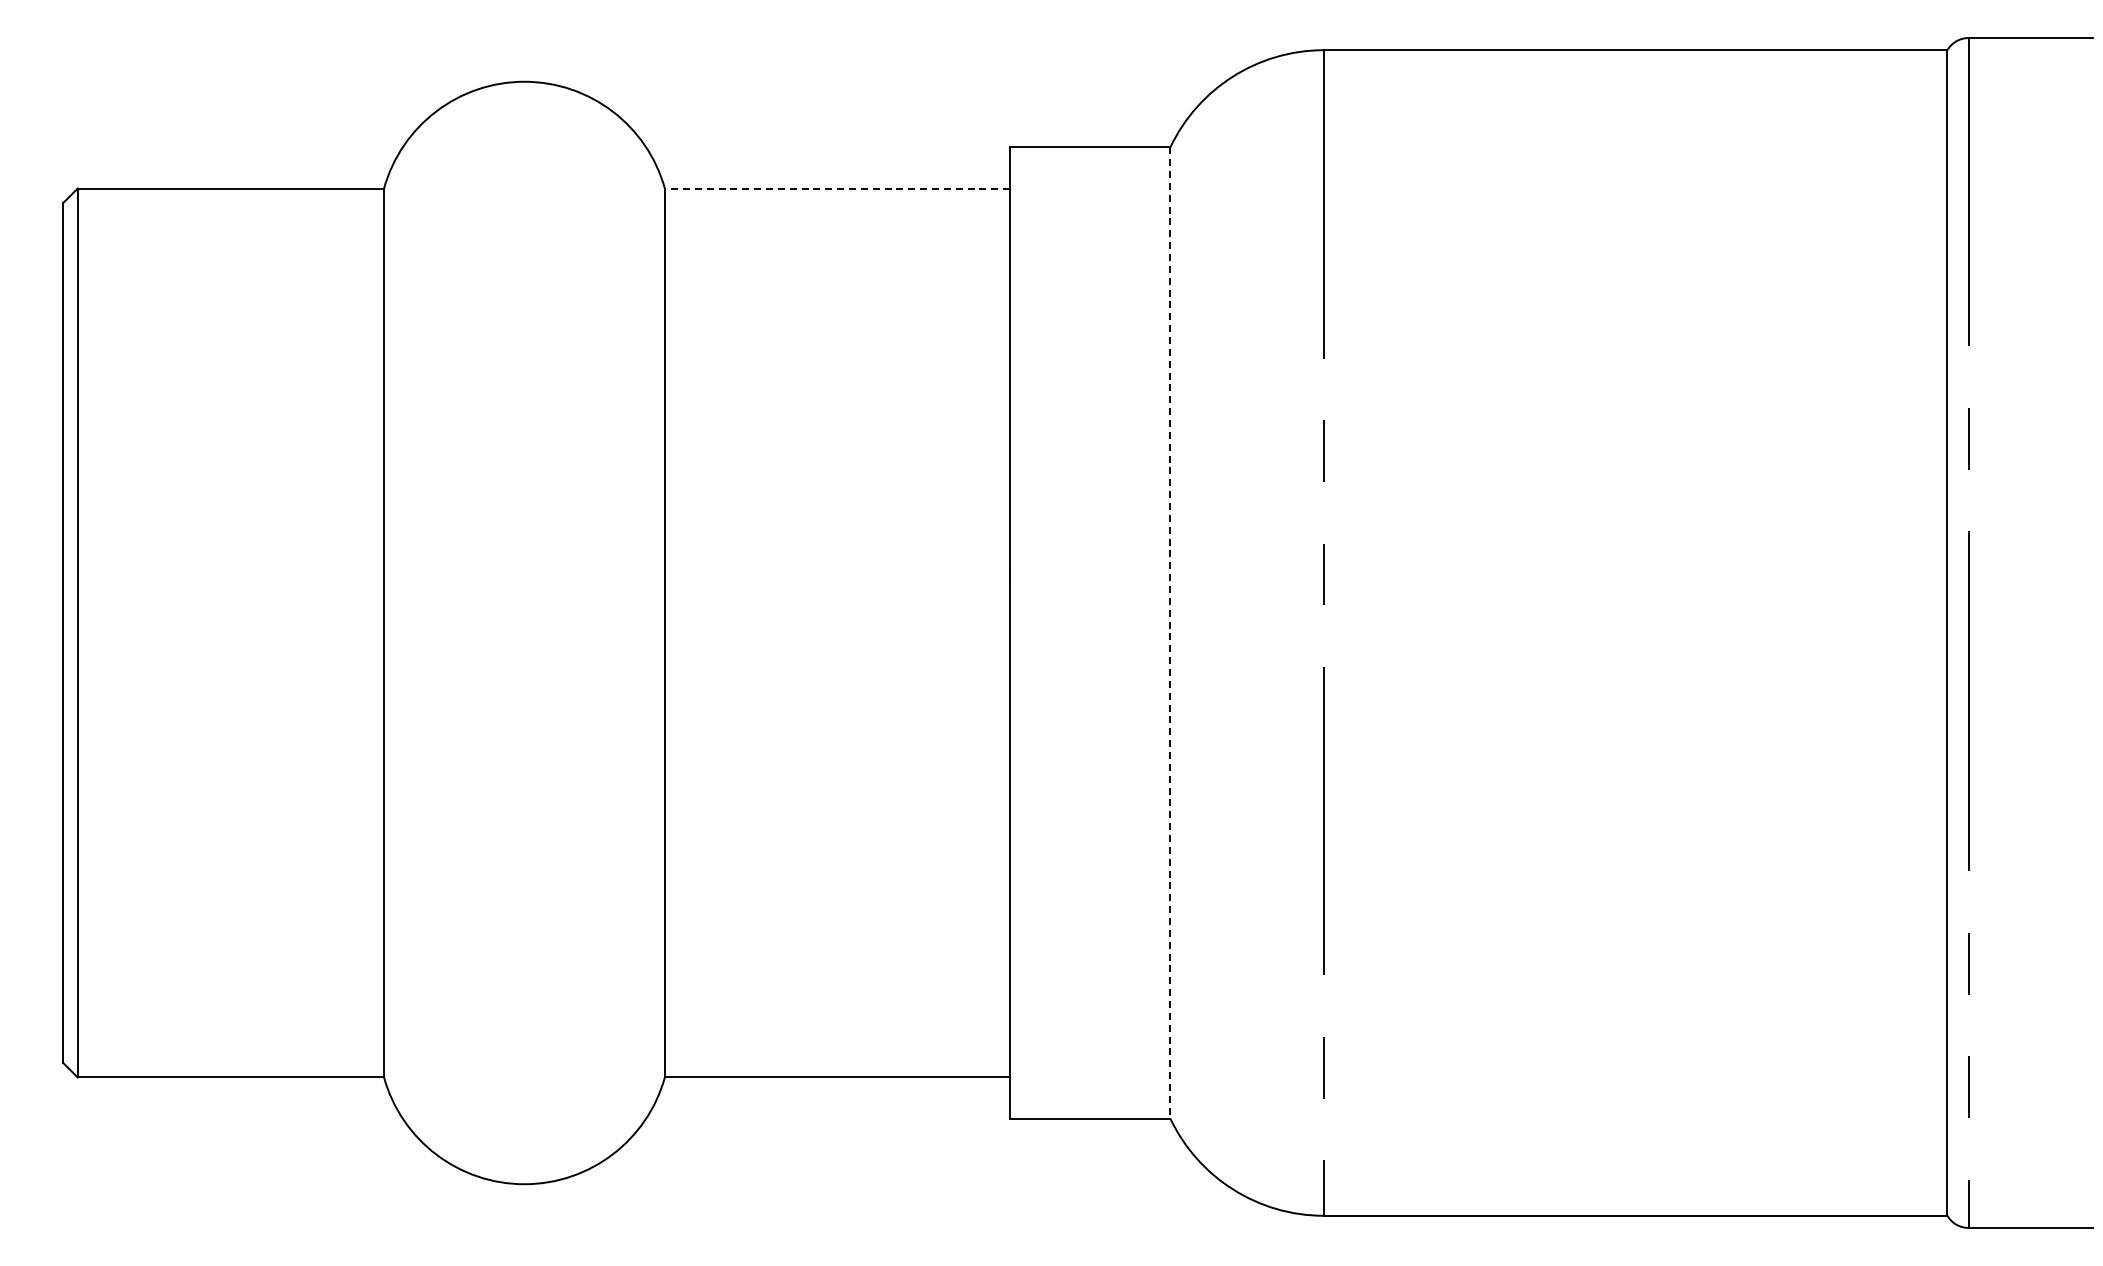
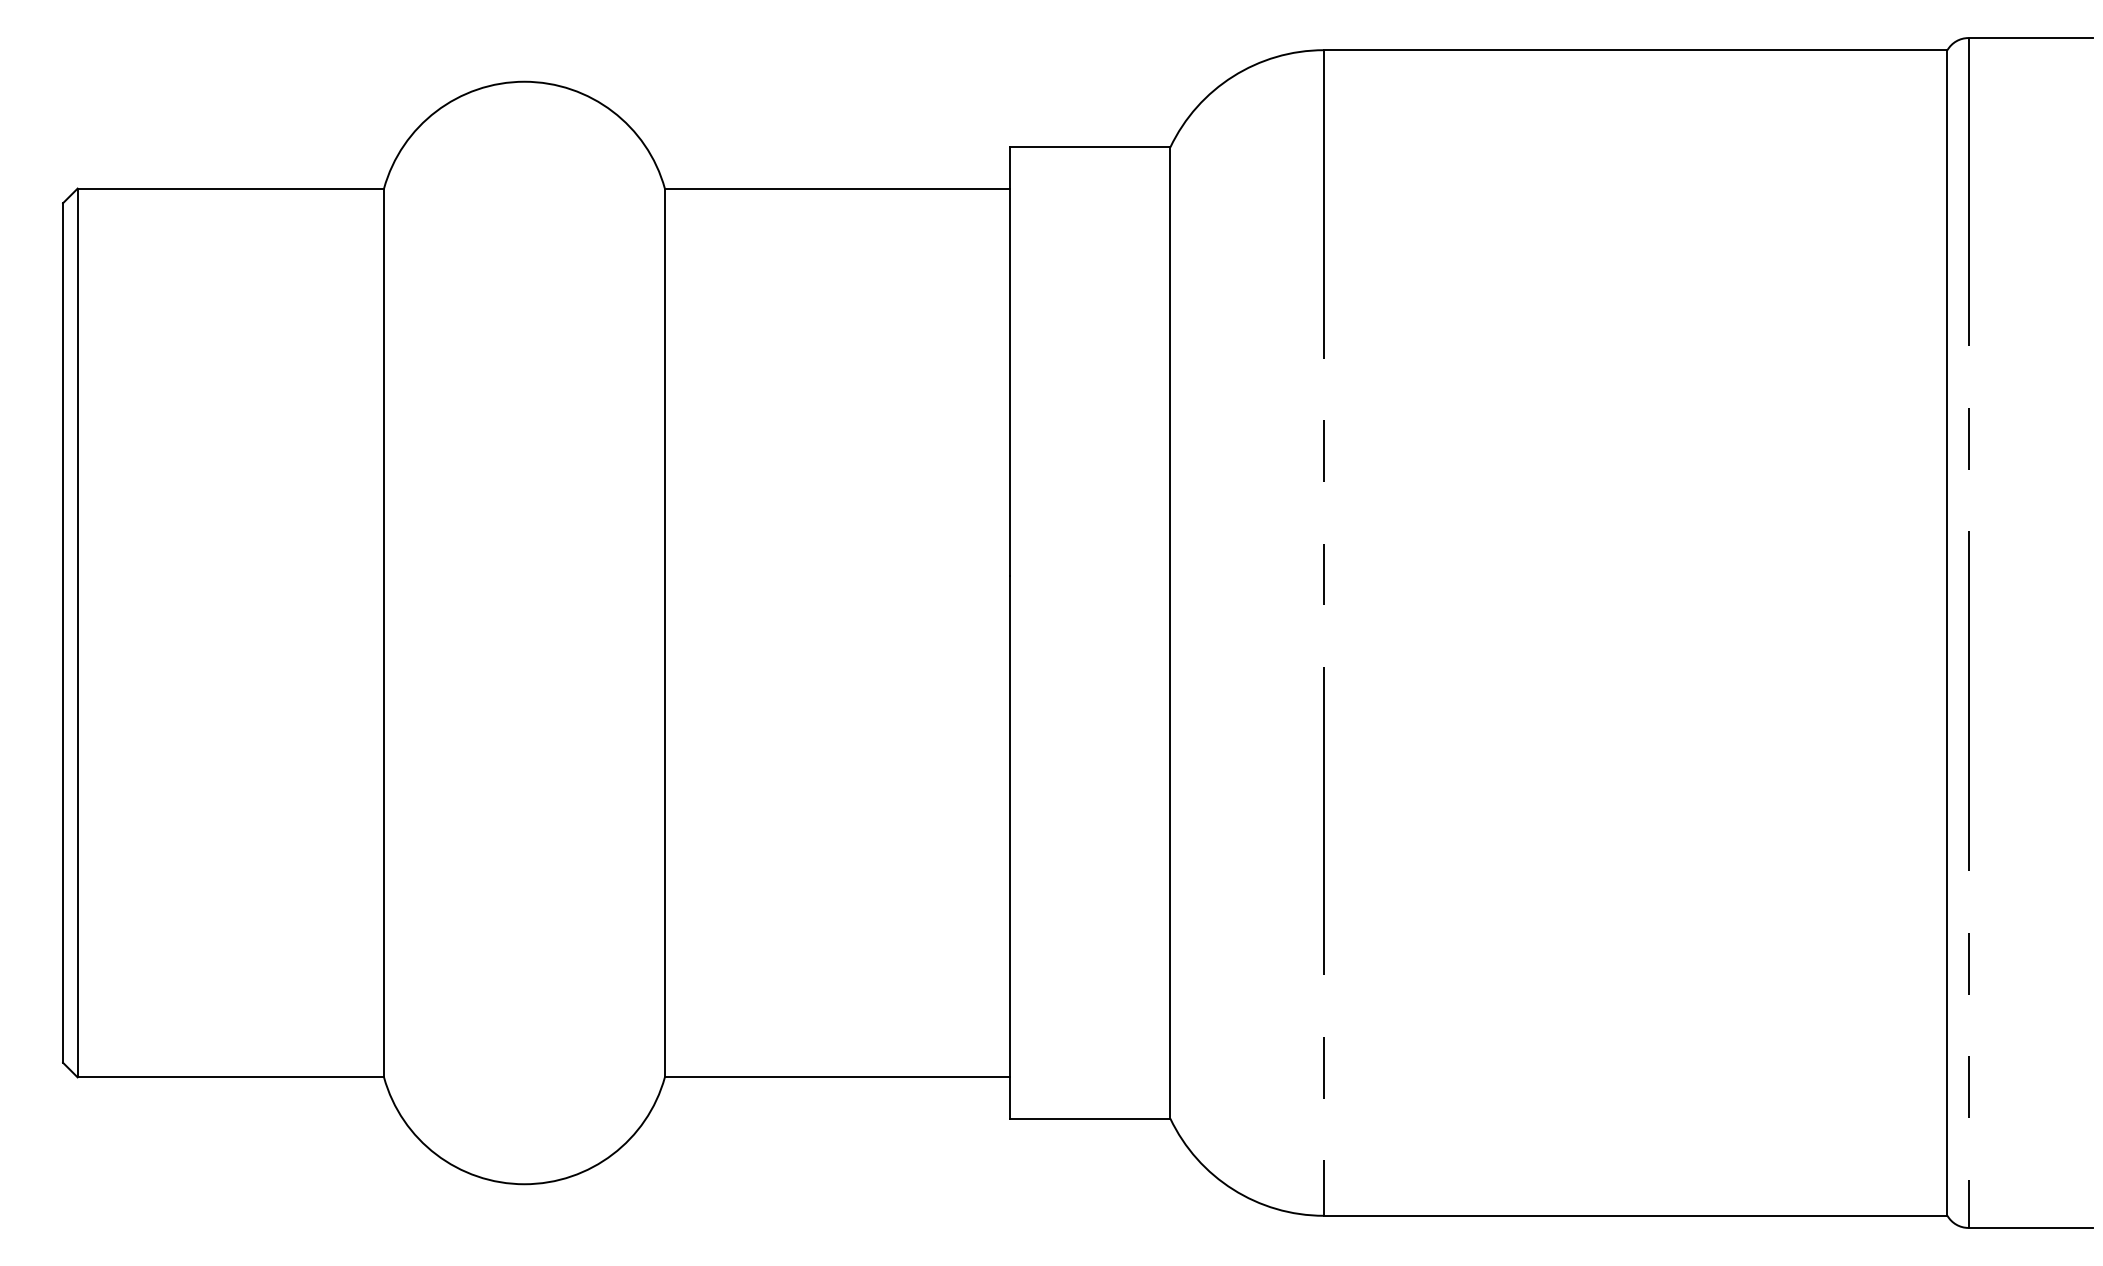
line at (837, 188): dashed -> solid
line at (1170, 633): dashed -> solid
